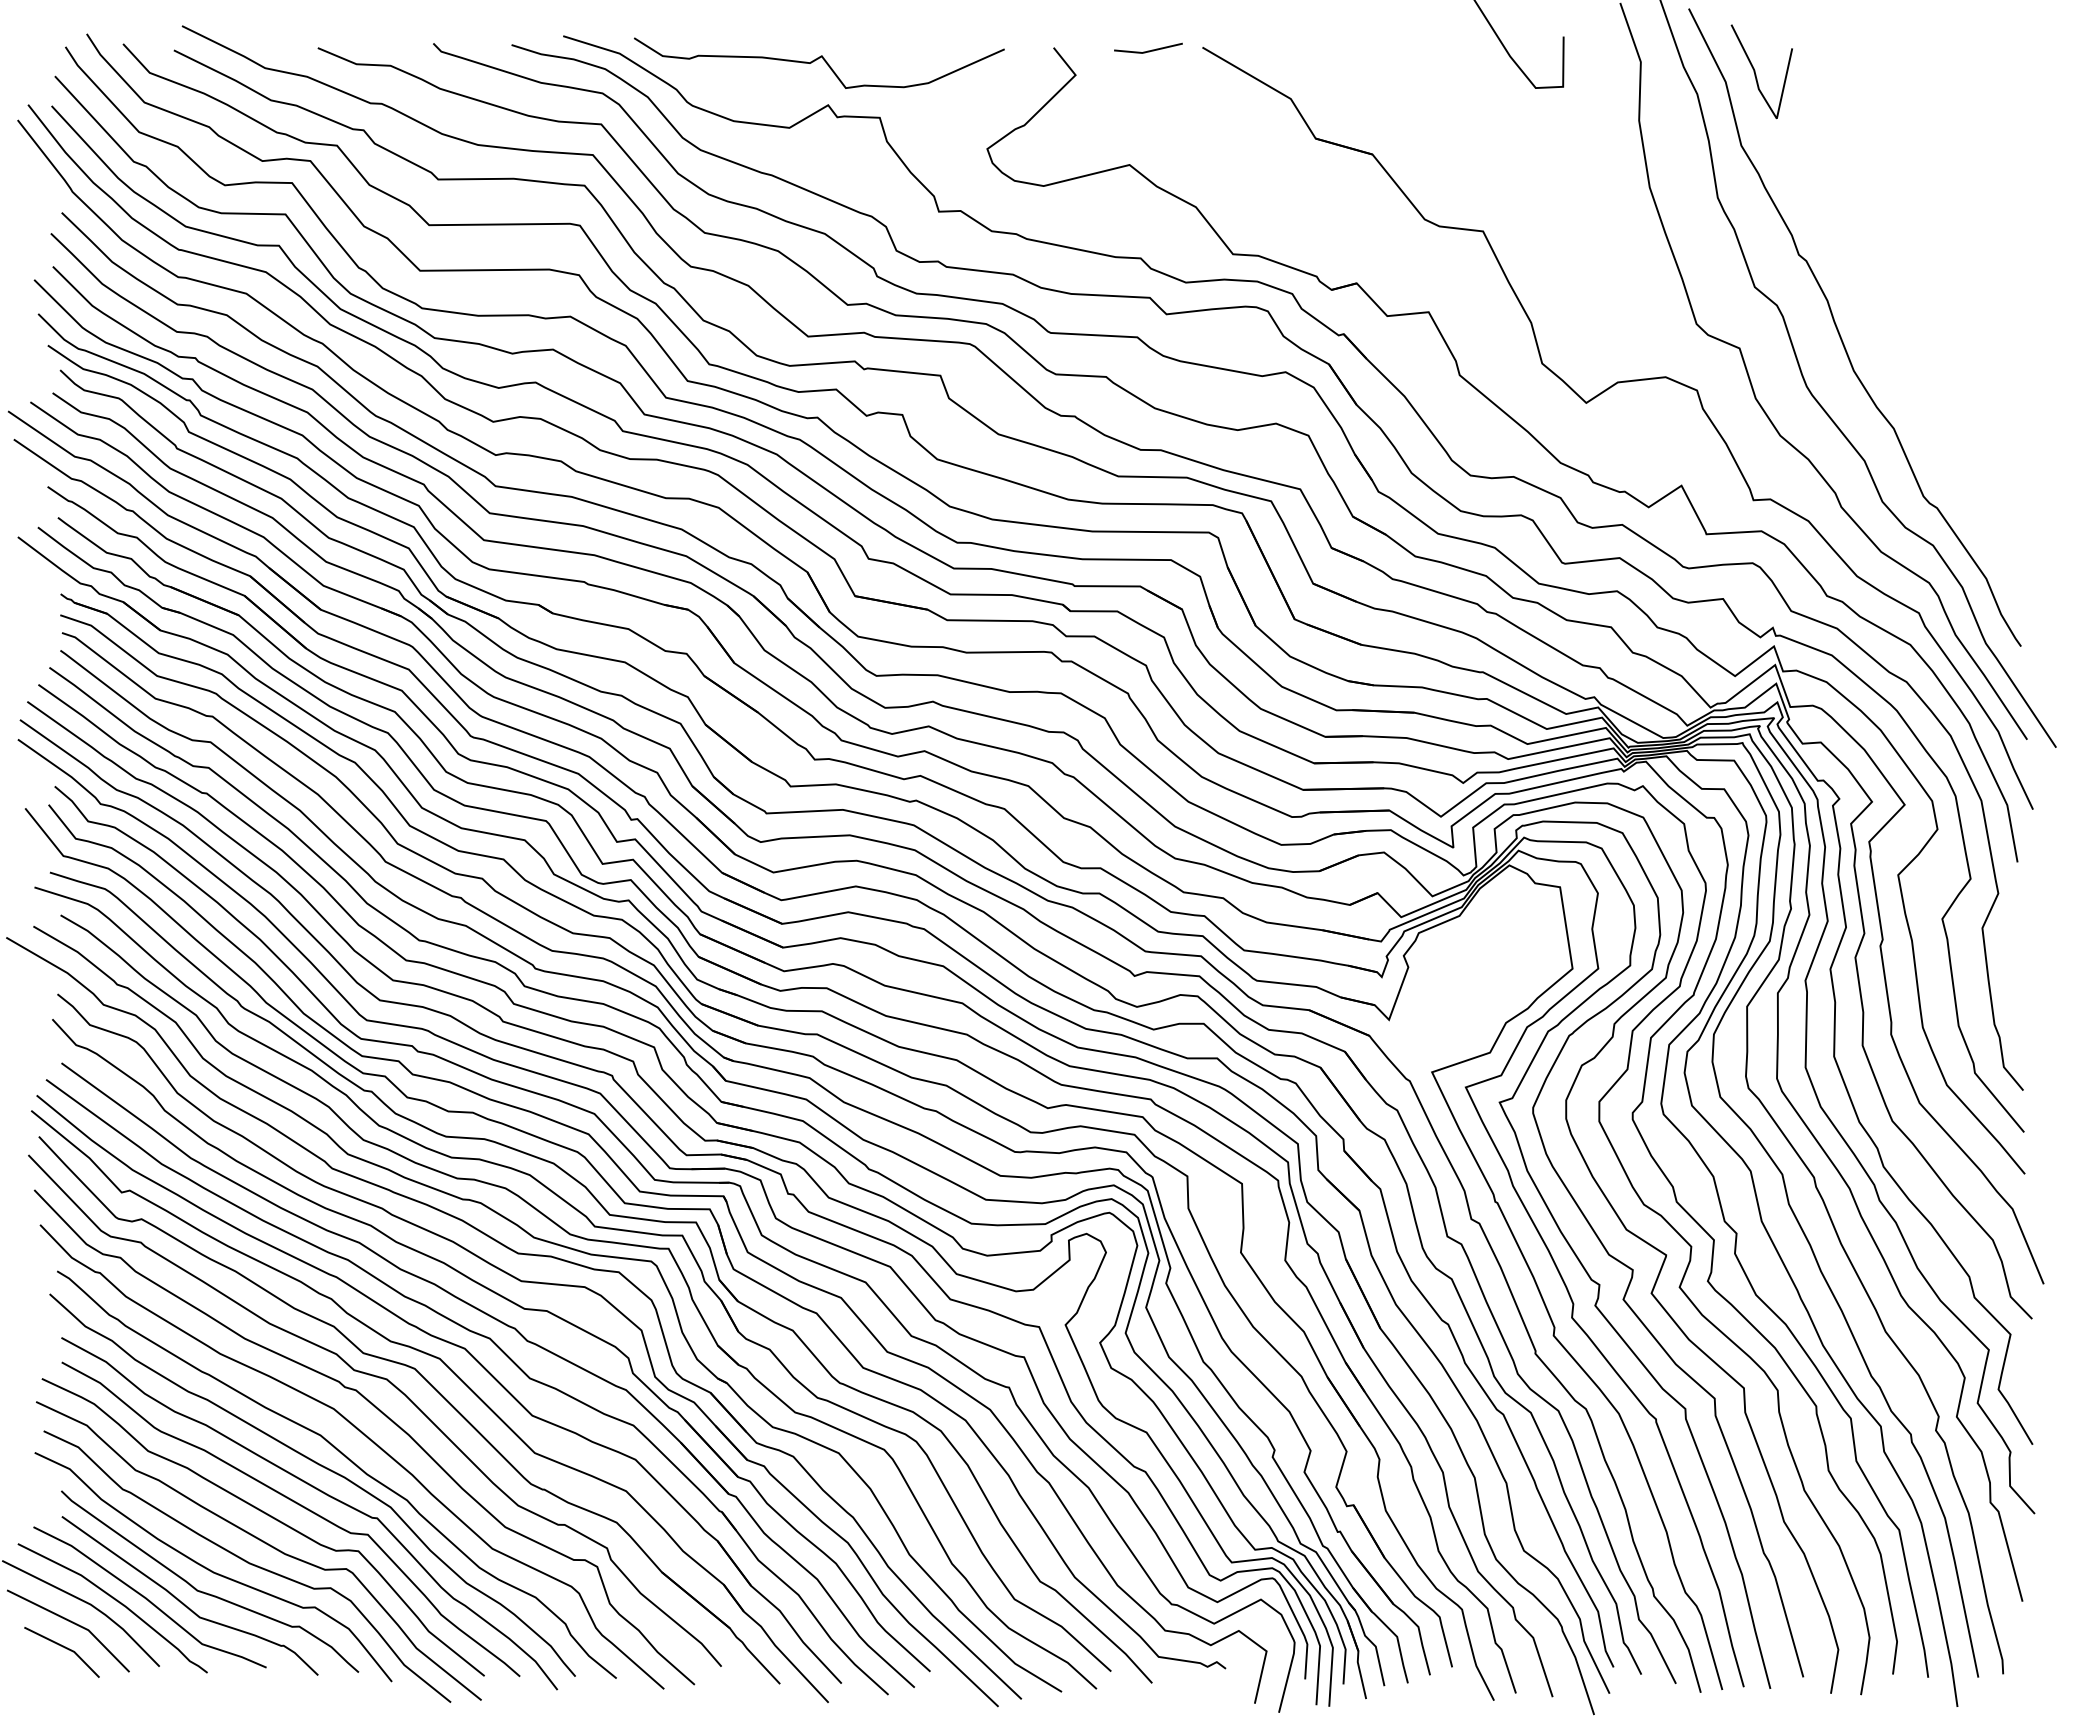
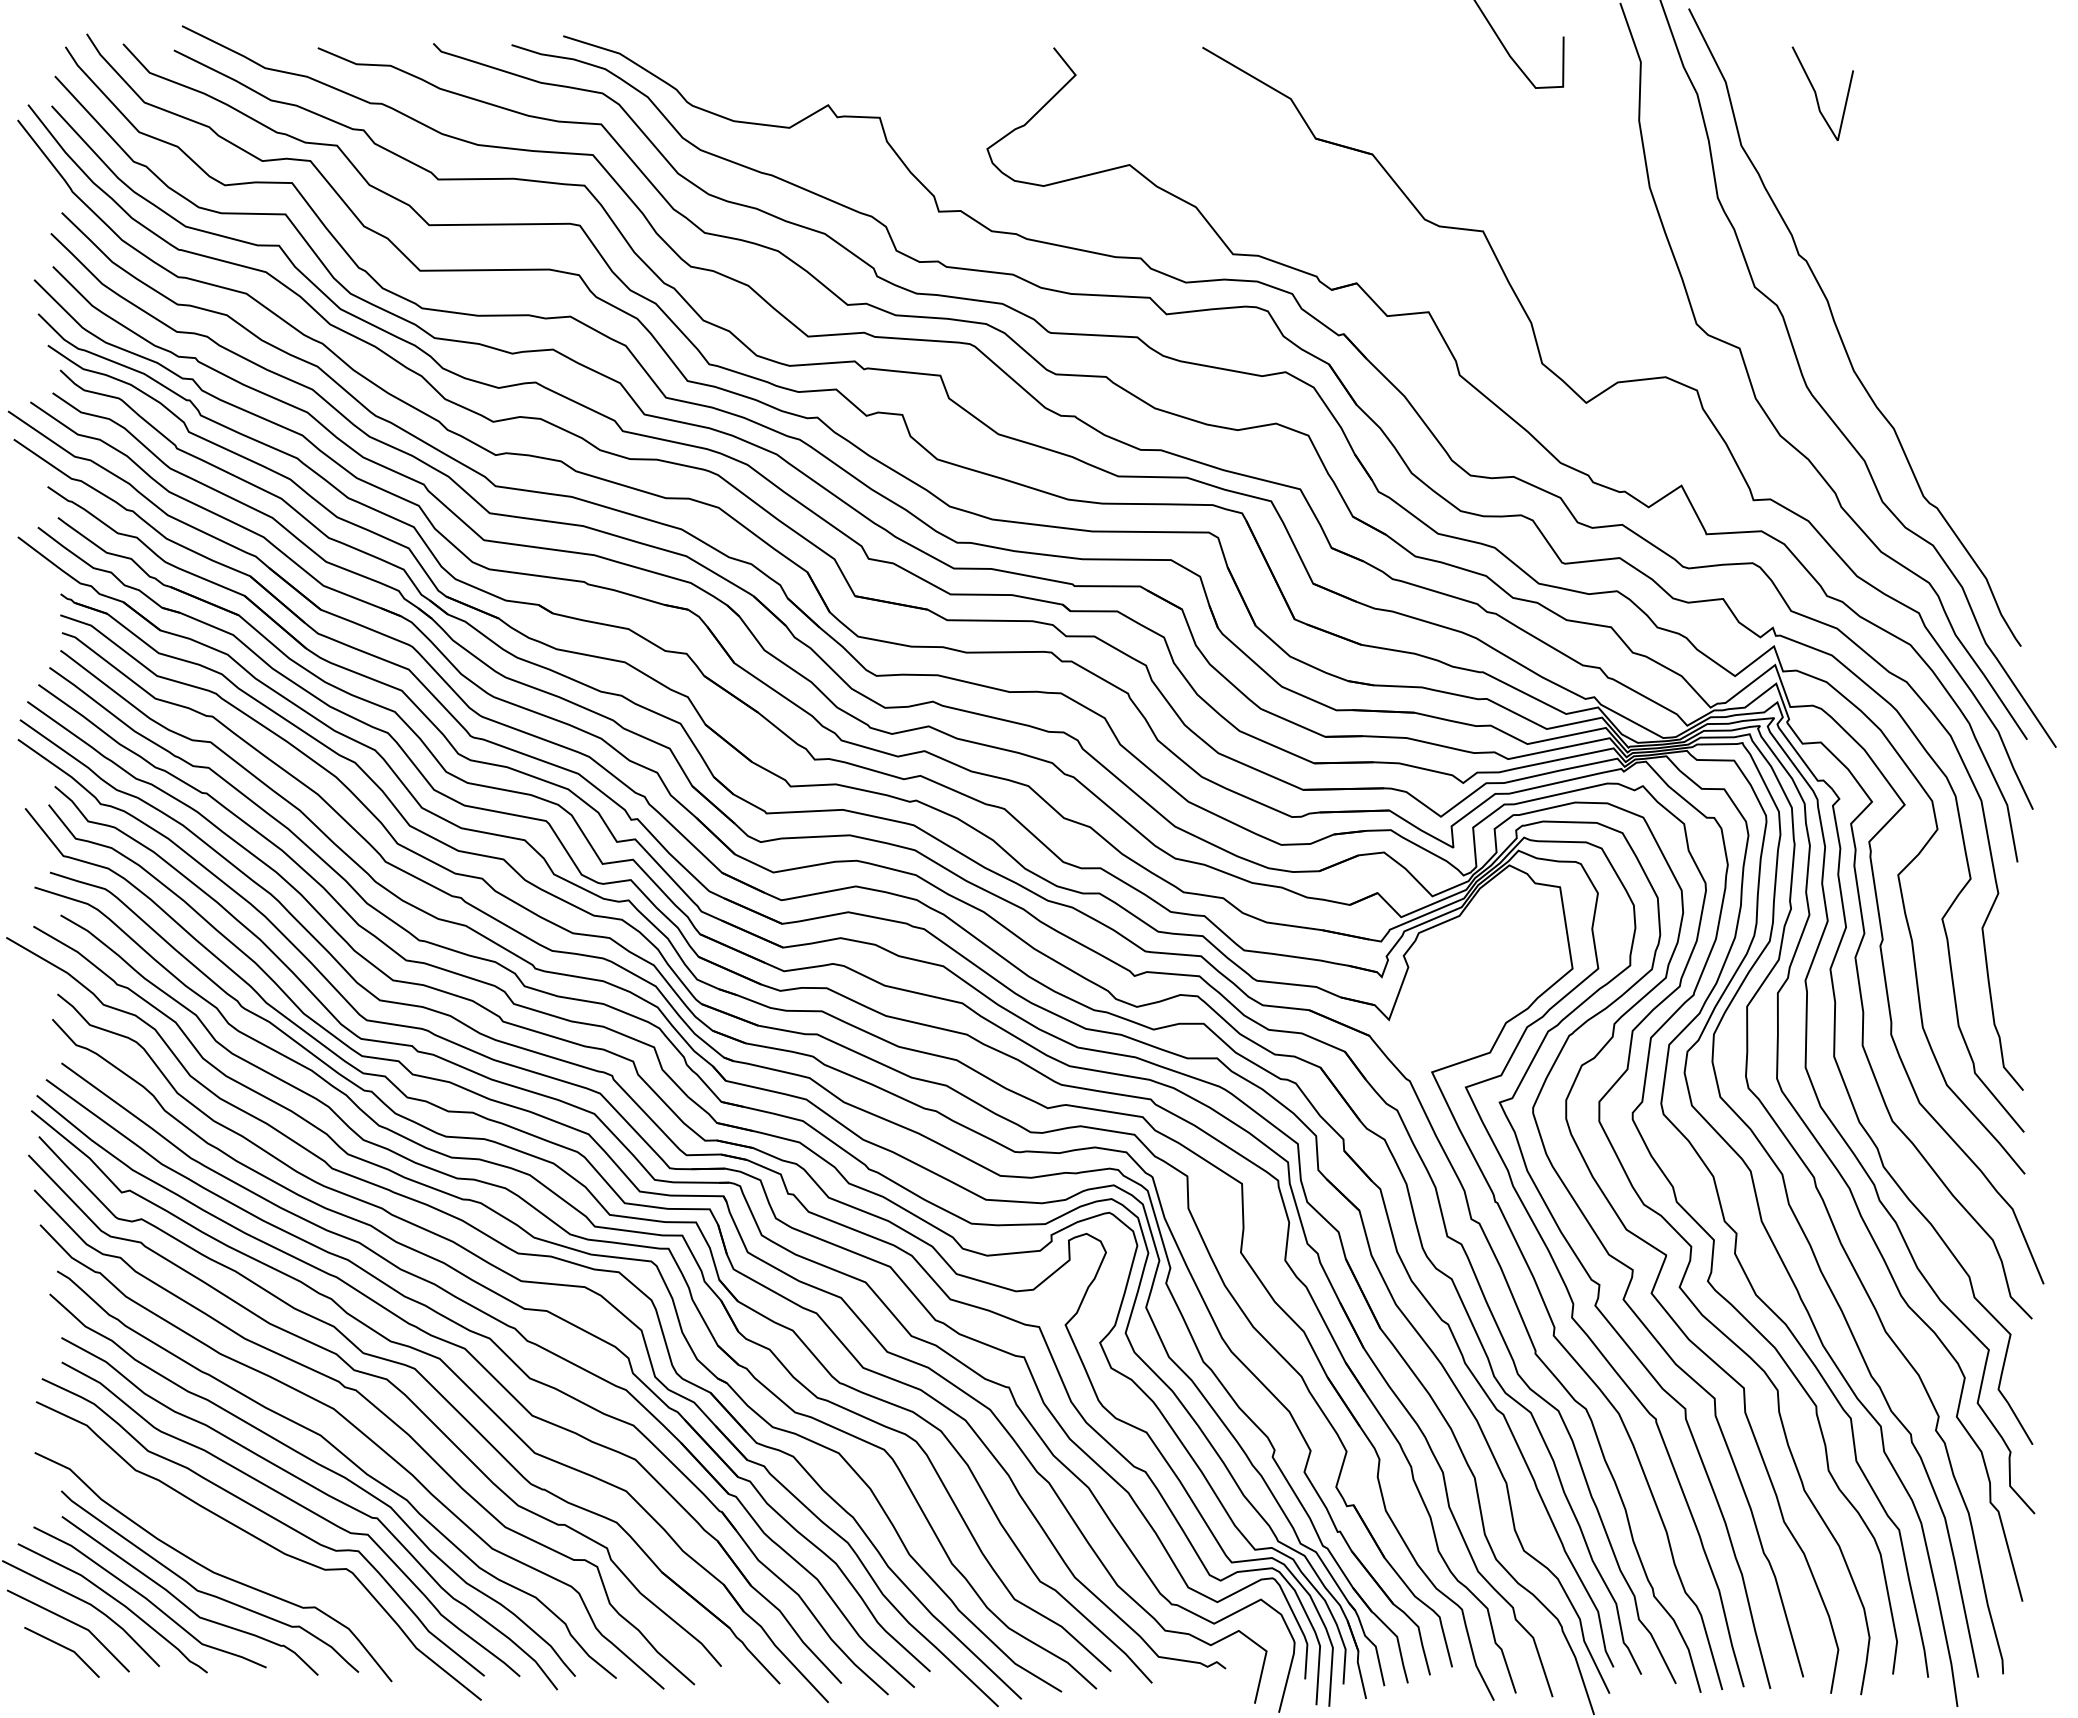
line at (1148, 50): present -> none
curve at (818, 59): present -> none
line at (1756, 74) position: (1756, 74) -> (1817, 96)
curve at (249, 1564): present -> none
